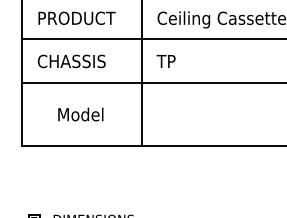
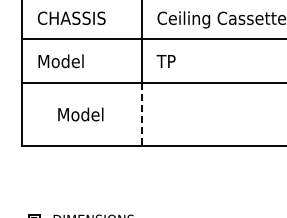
text at (76, 17): PRODUCT -> CHASSIS
text at (71, 61): CHASSIS -> Model
line at (141, 115): solid -> dashed
